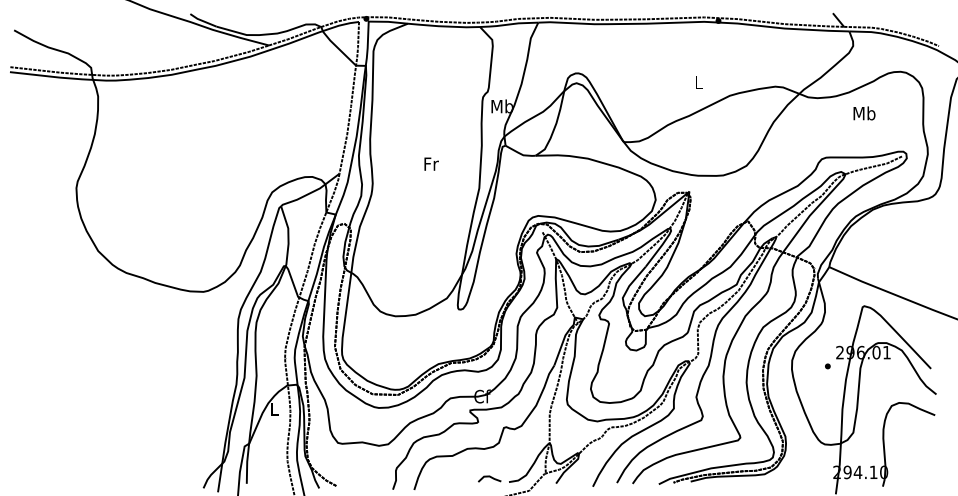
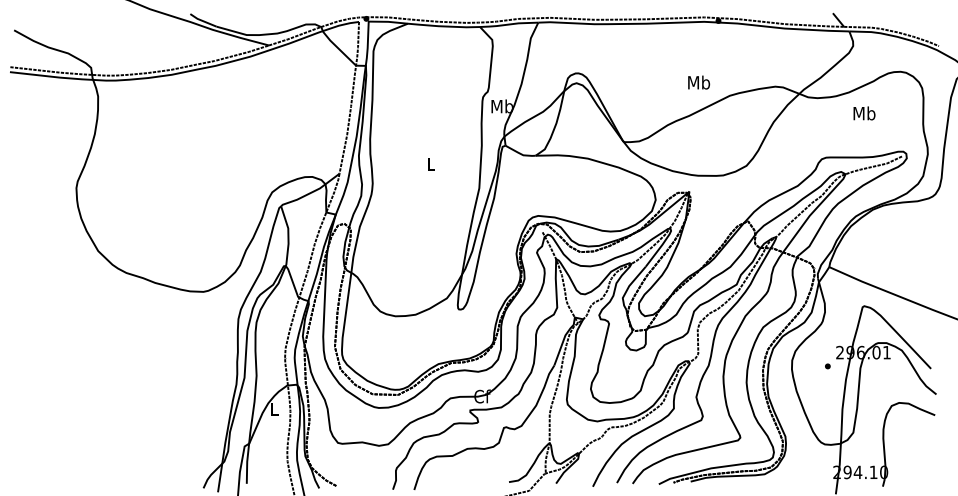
text at (699, 82): L -> Mb
text at (431, 163): Fr -> L
line at (489, 477): present -> none
